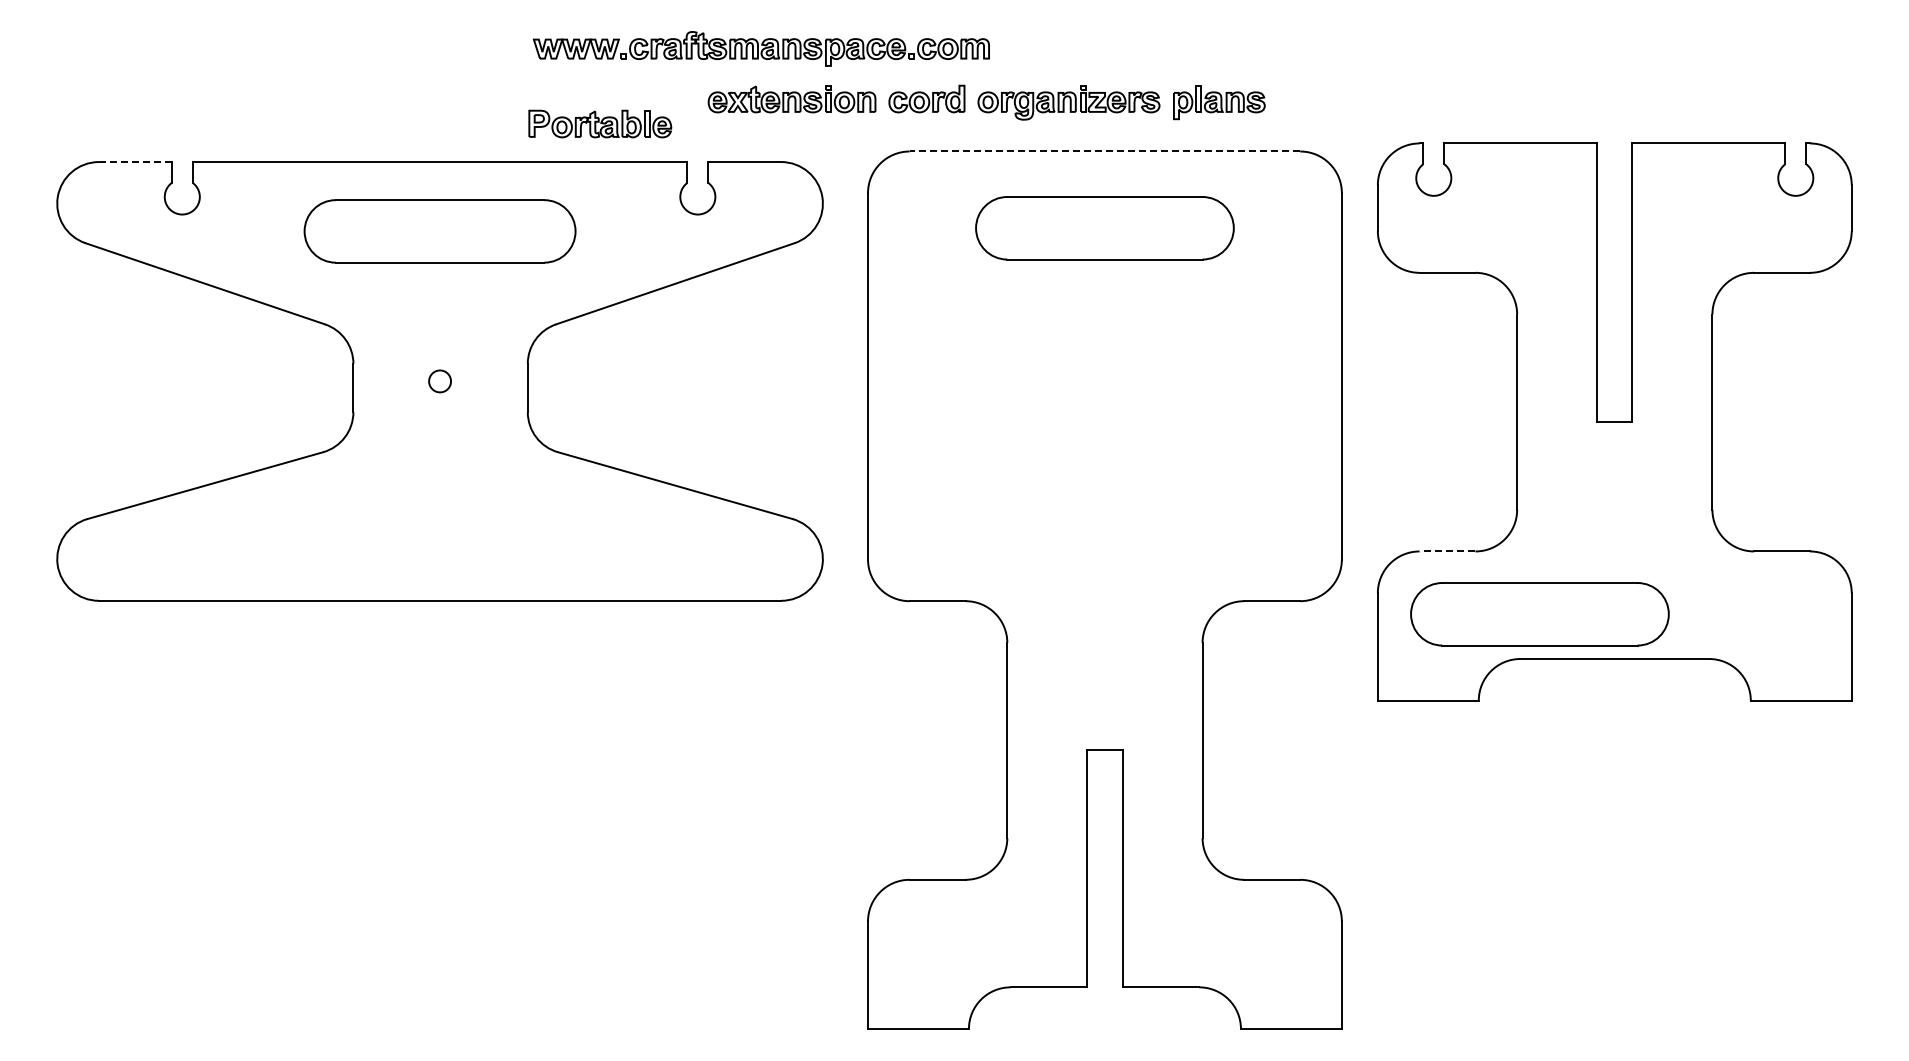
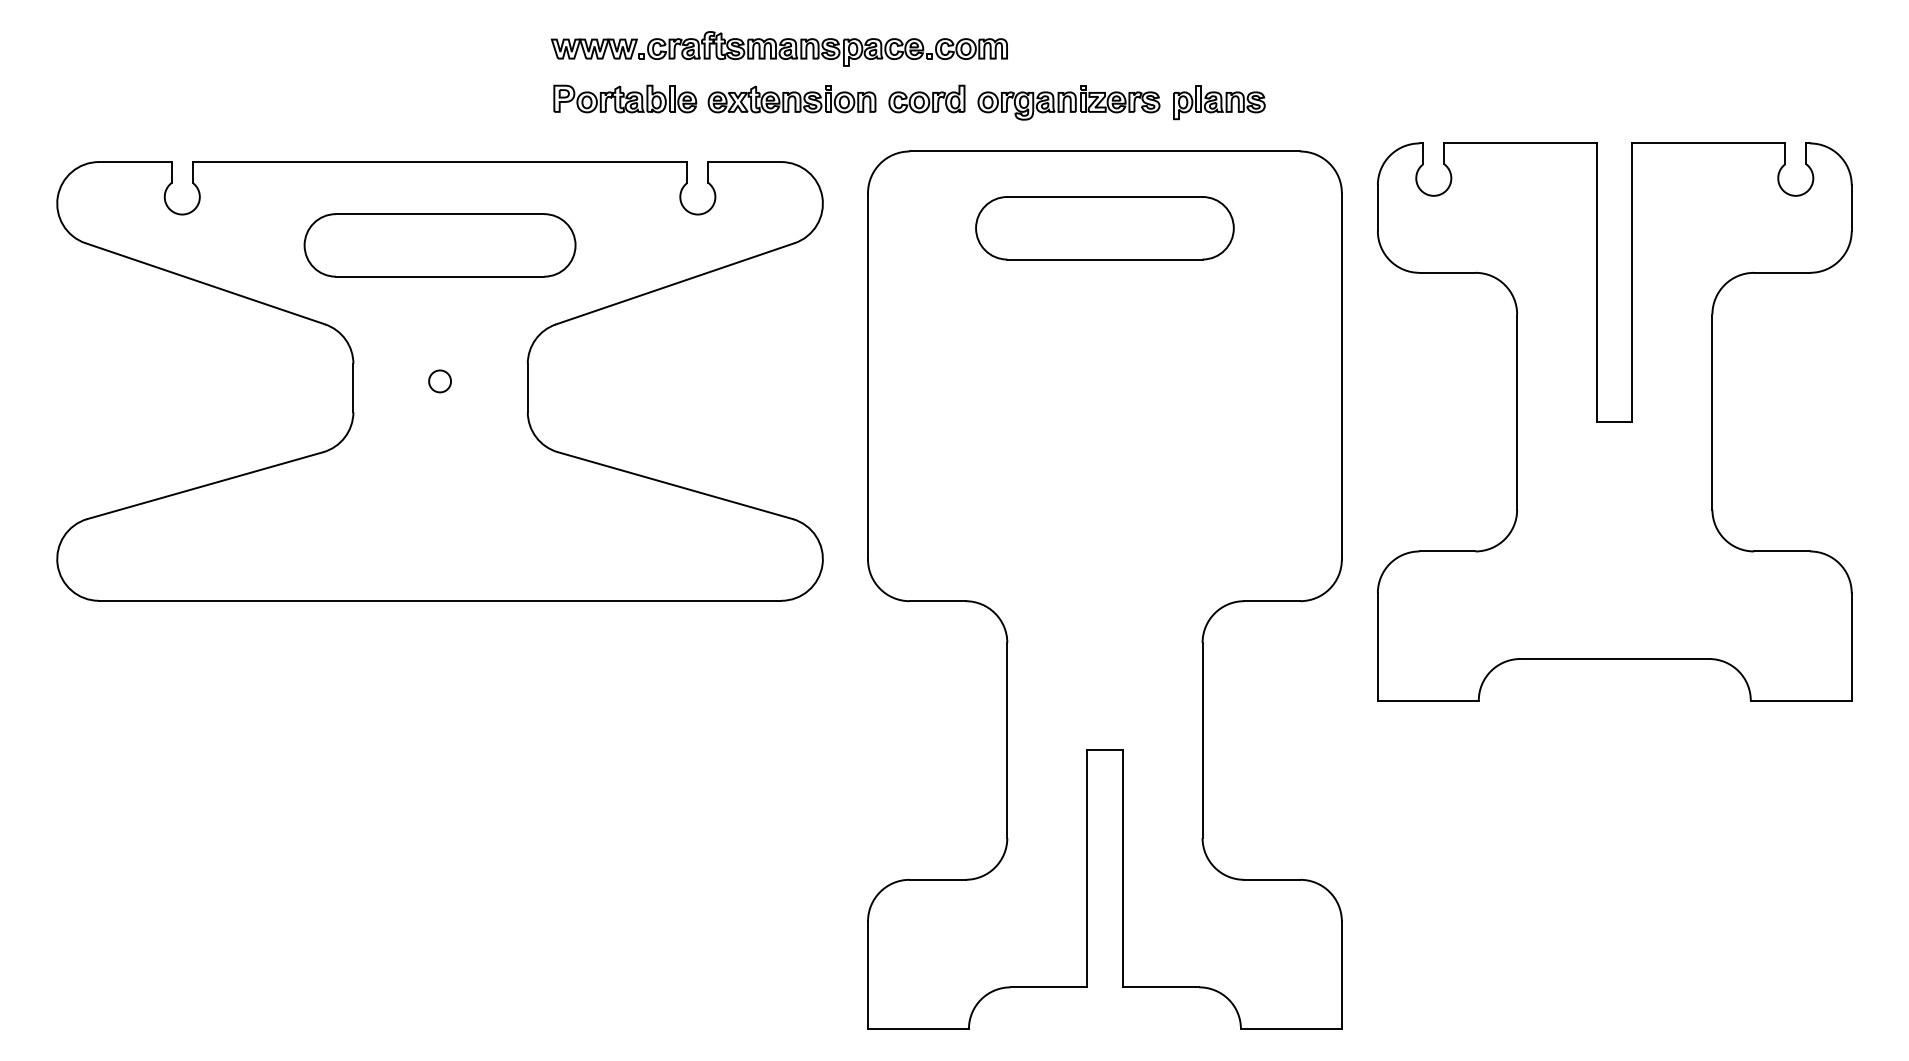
part at (760, 48) position: (760, 48) -> (778, 48)
part at (600, 123) position: (600, 123) -> (625, 98)
line at (1104, 151): dashed -> solid
line at (134, 162): dashed -> solid
part at (439, 231) position: (439, 231) -> (439, 245)
line at (1447, 551): dashed -> solid
part at (1539, 614): present -> none
